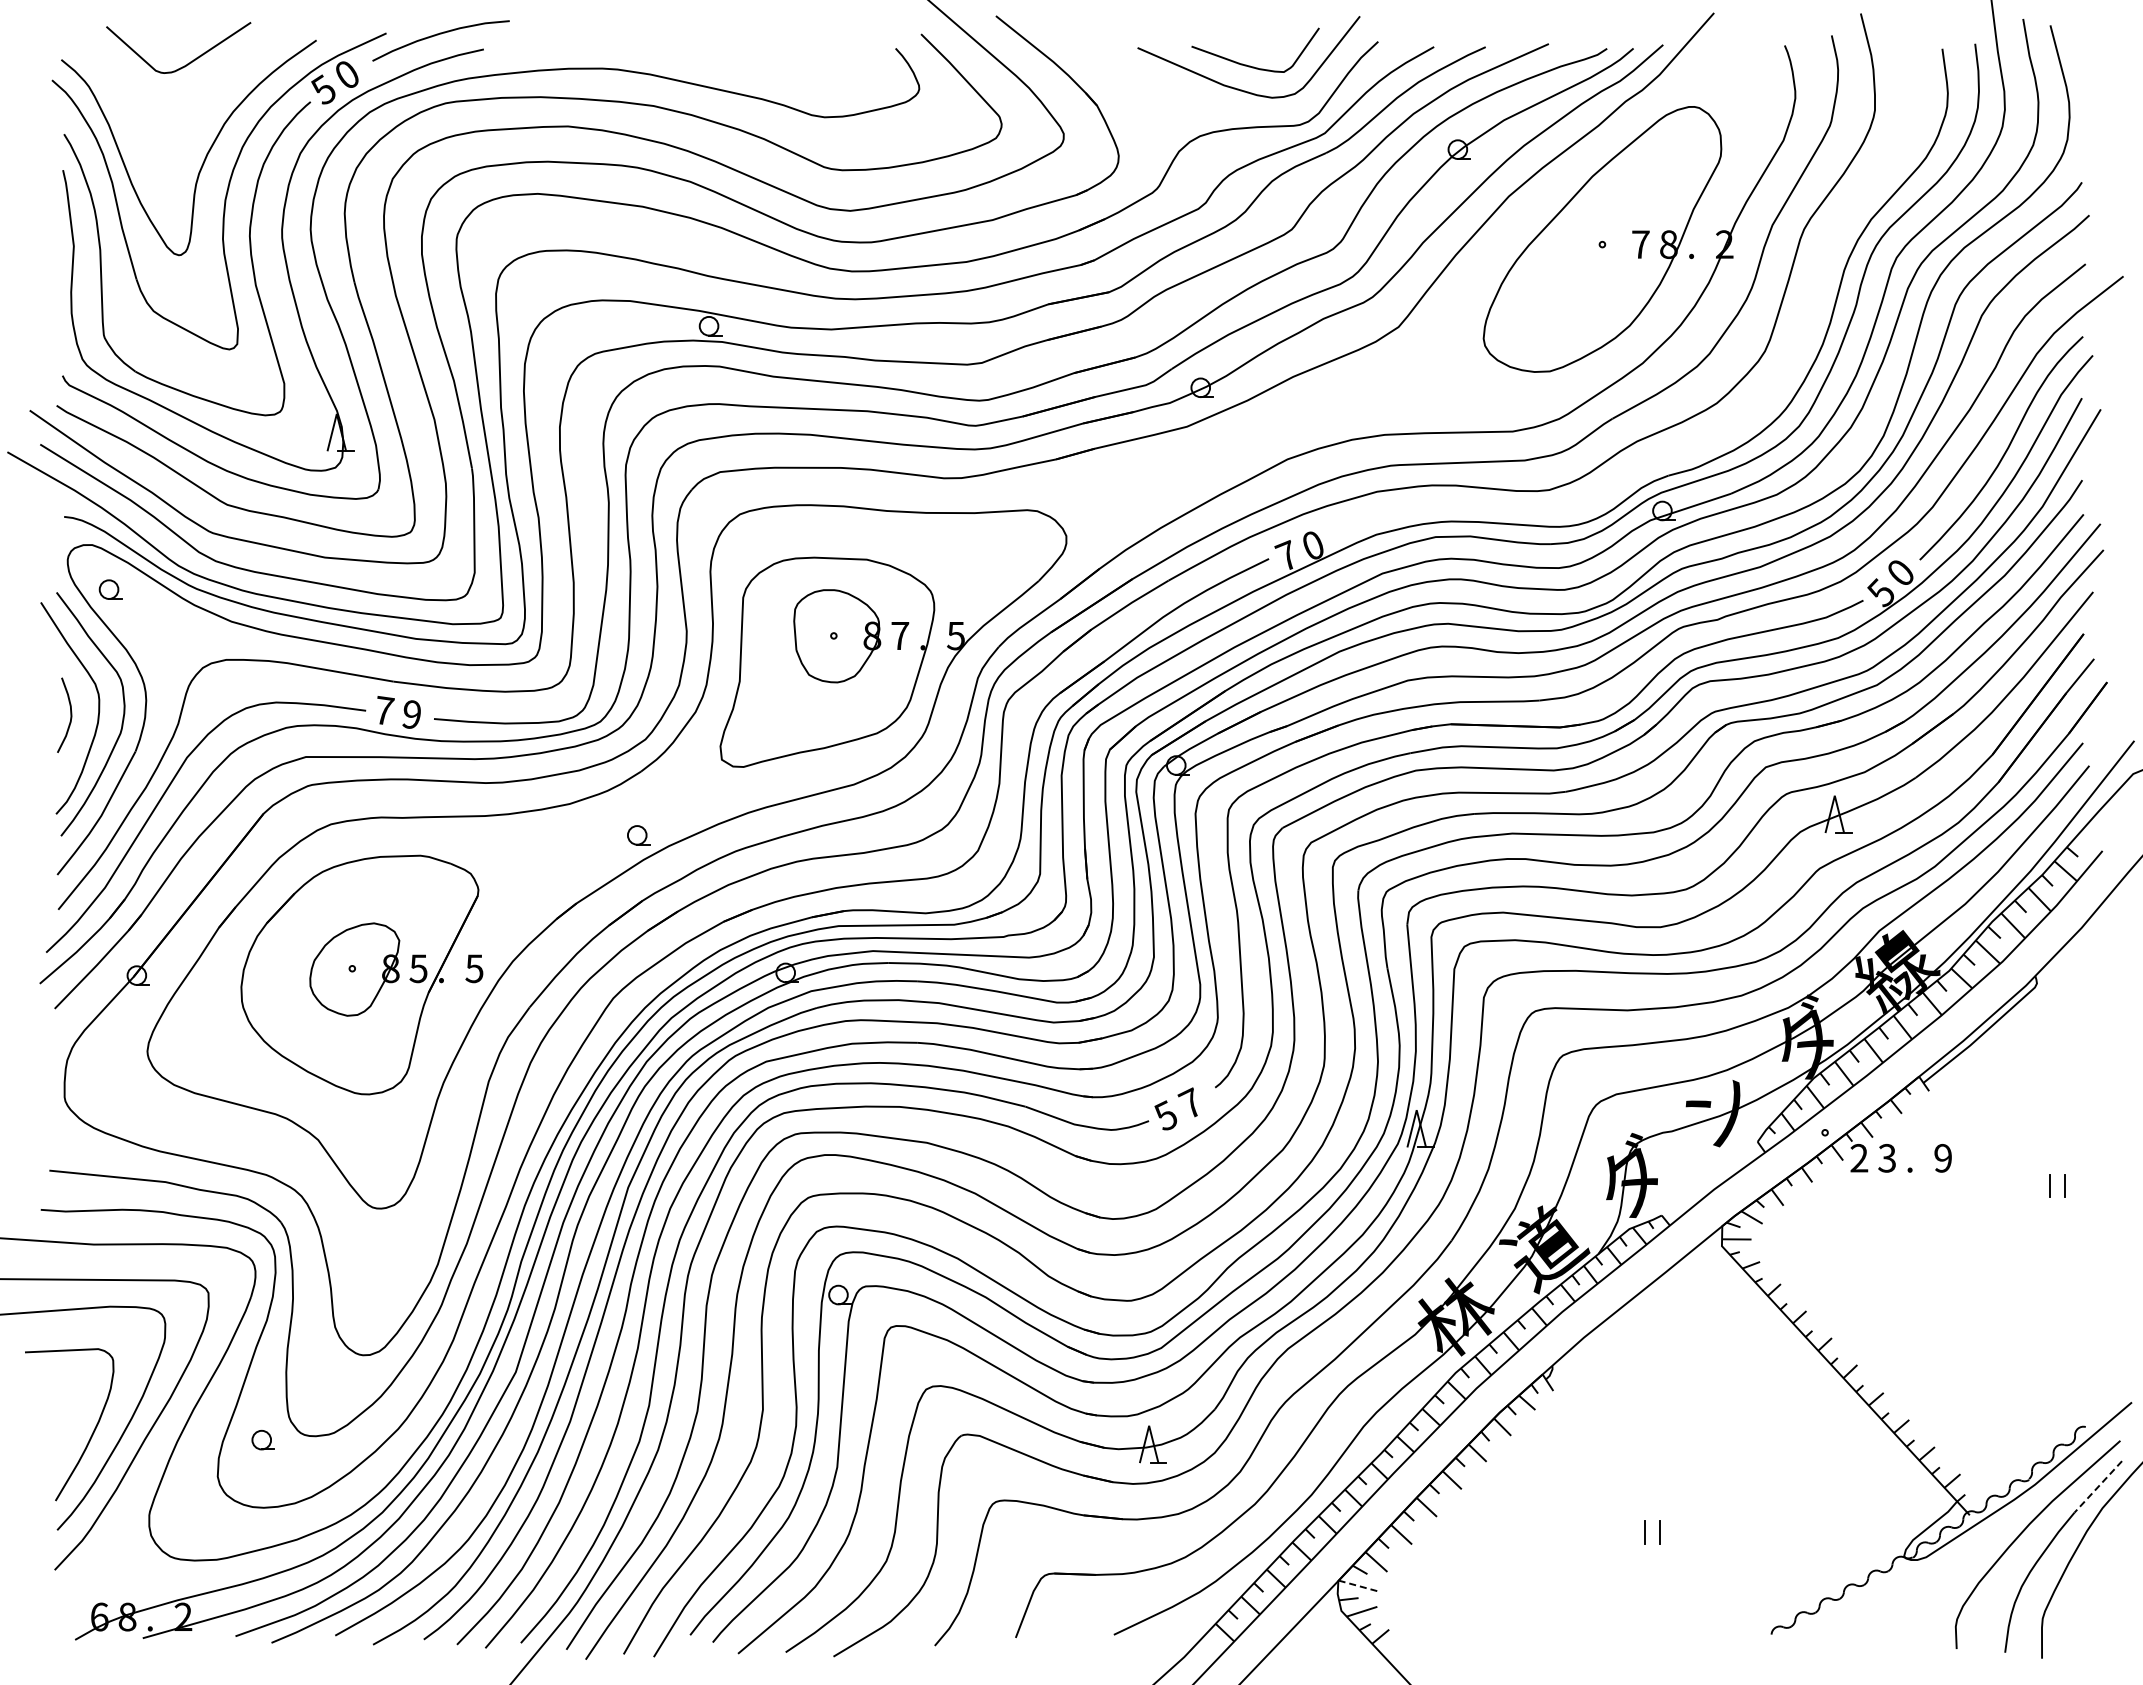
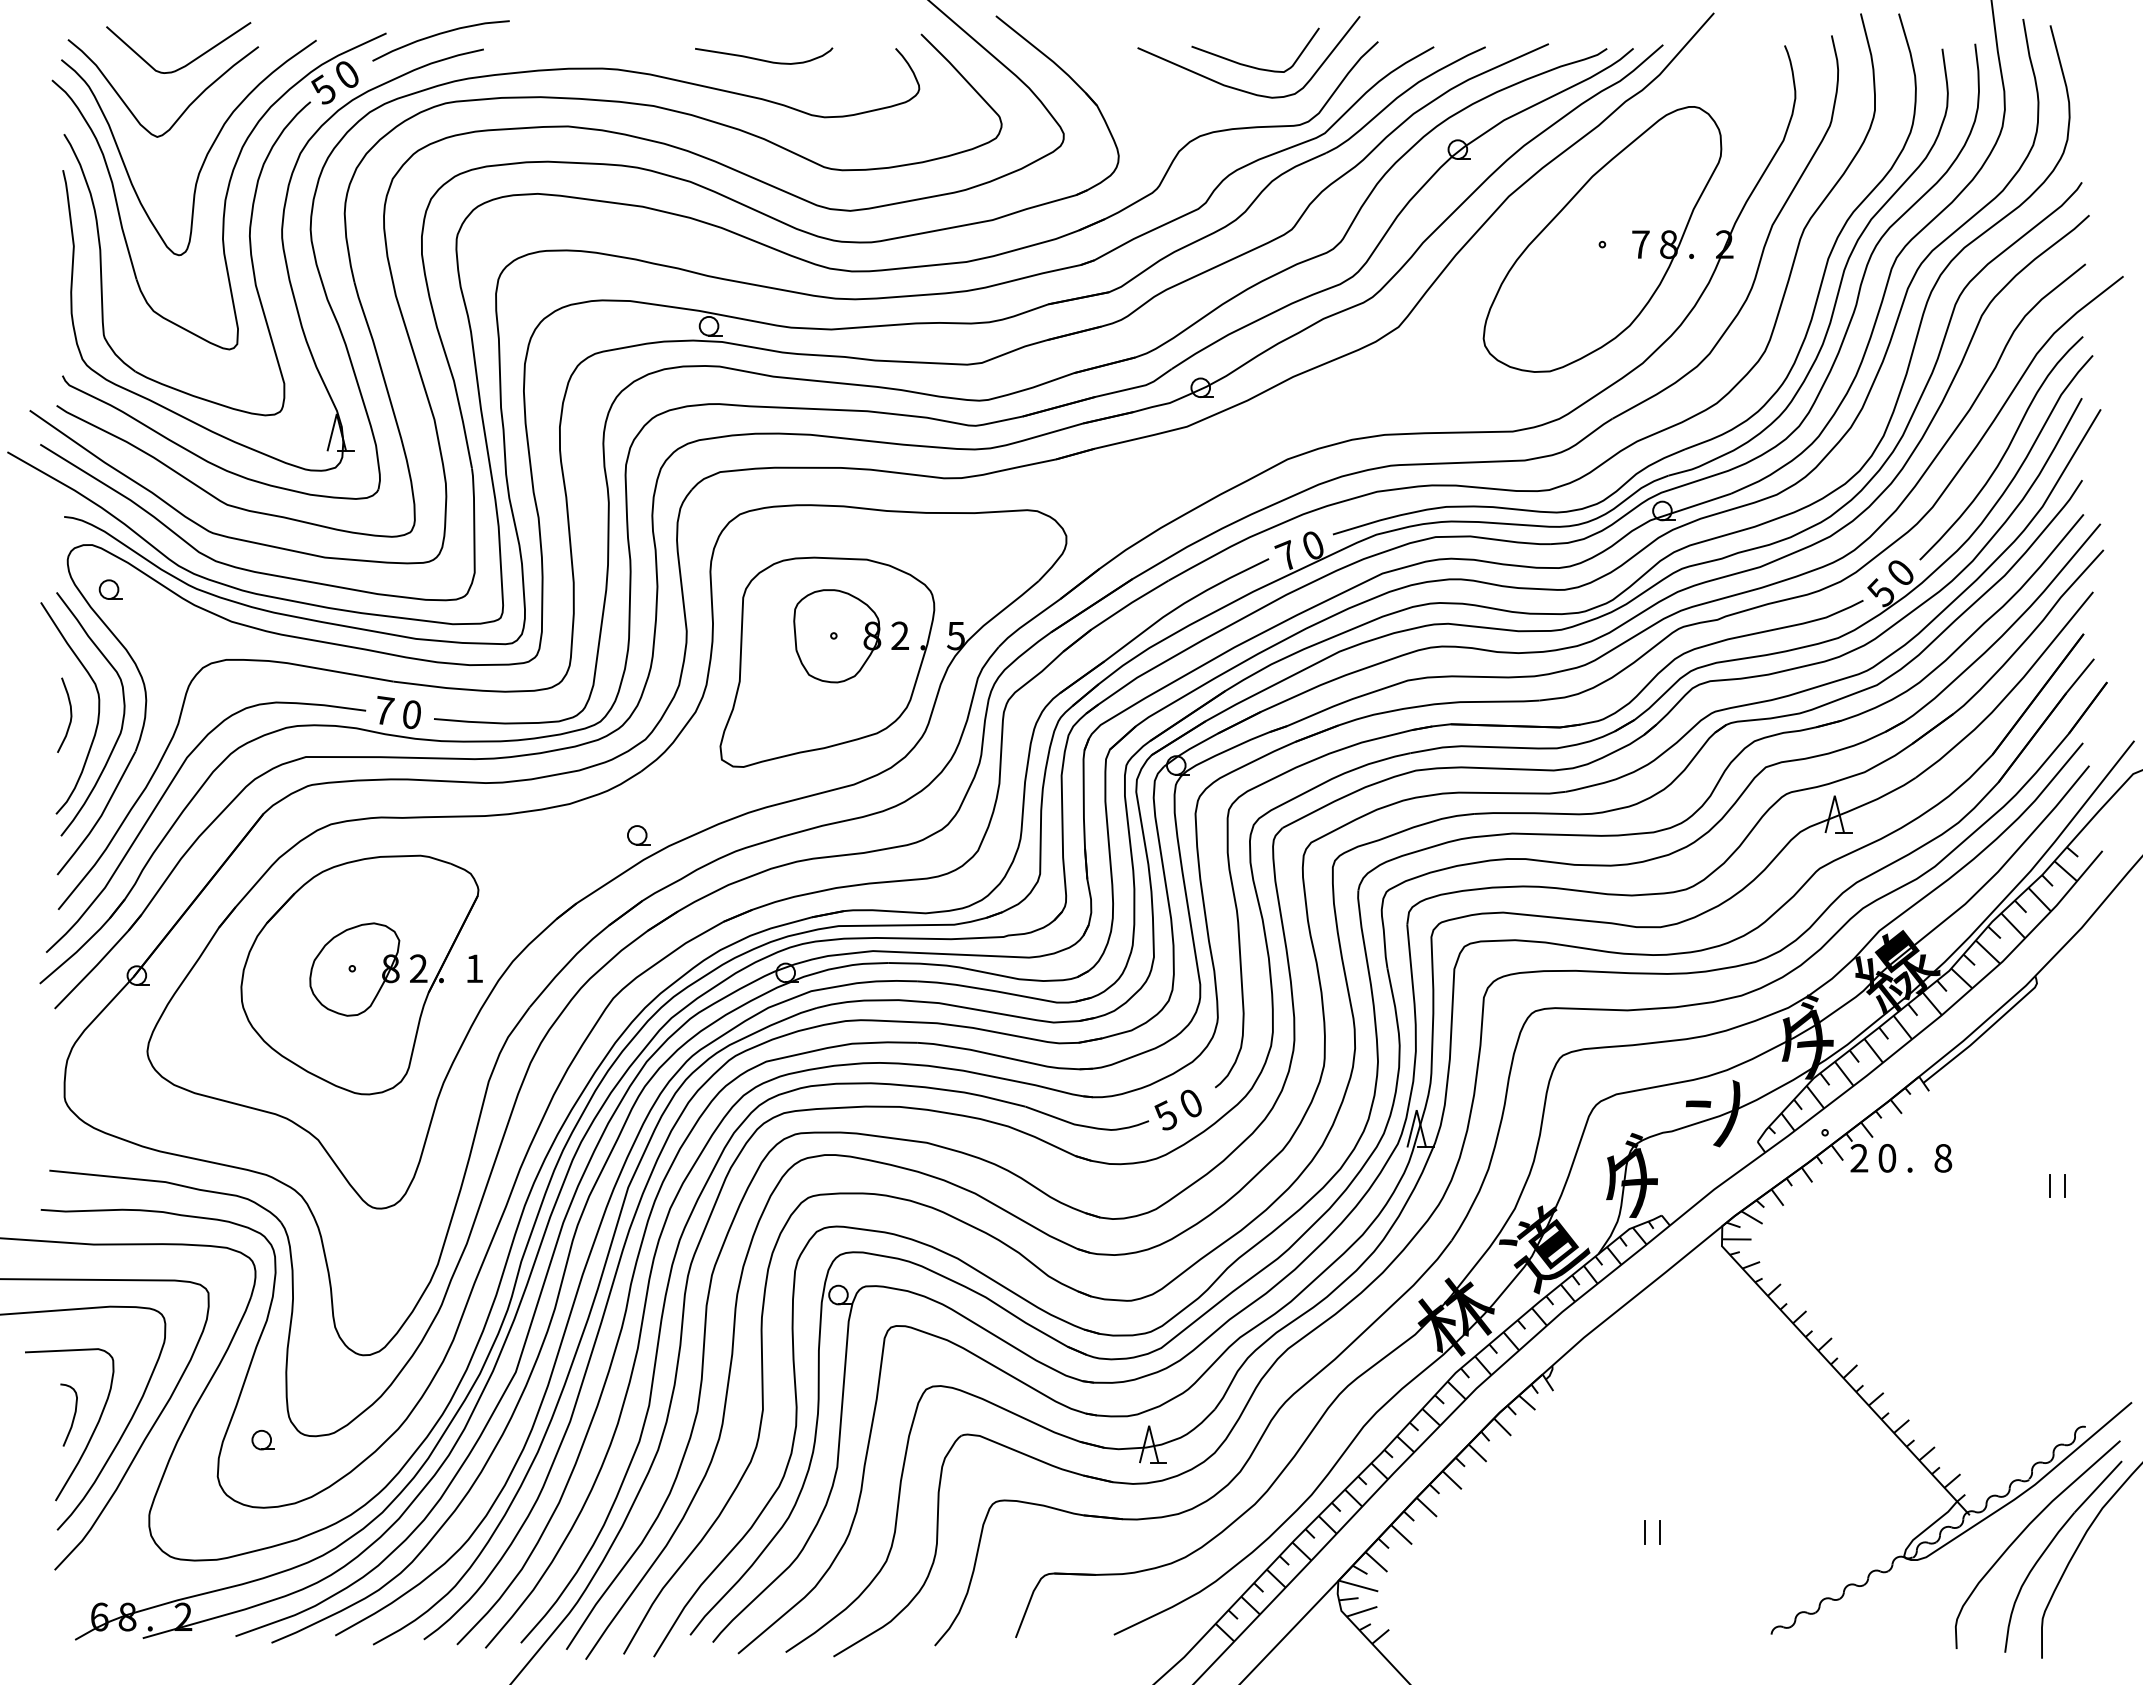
curve at (764, 59): none -> present
curve at (185, 108): none -> present
part at (1691, 445): none -> present
text at (900, 635): 7 -> 2
text at (411, 714): 9 -> 0
text at (418, 968): 5 -> 2
text at (474, 968): 5 -> 1
text at (1189, 1102): 7 -> 0
text at (1943, 1157): 9 -> 8
text at (1887, 1158): 3 -> 0
curve at (73, 1415): none -> present
line at (2097, 1487): dashed -> solid
line at (1358, 1585): dashed -> solid
